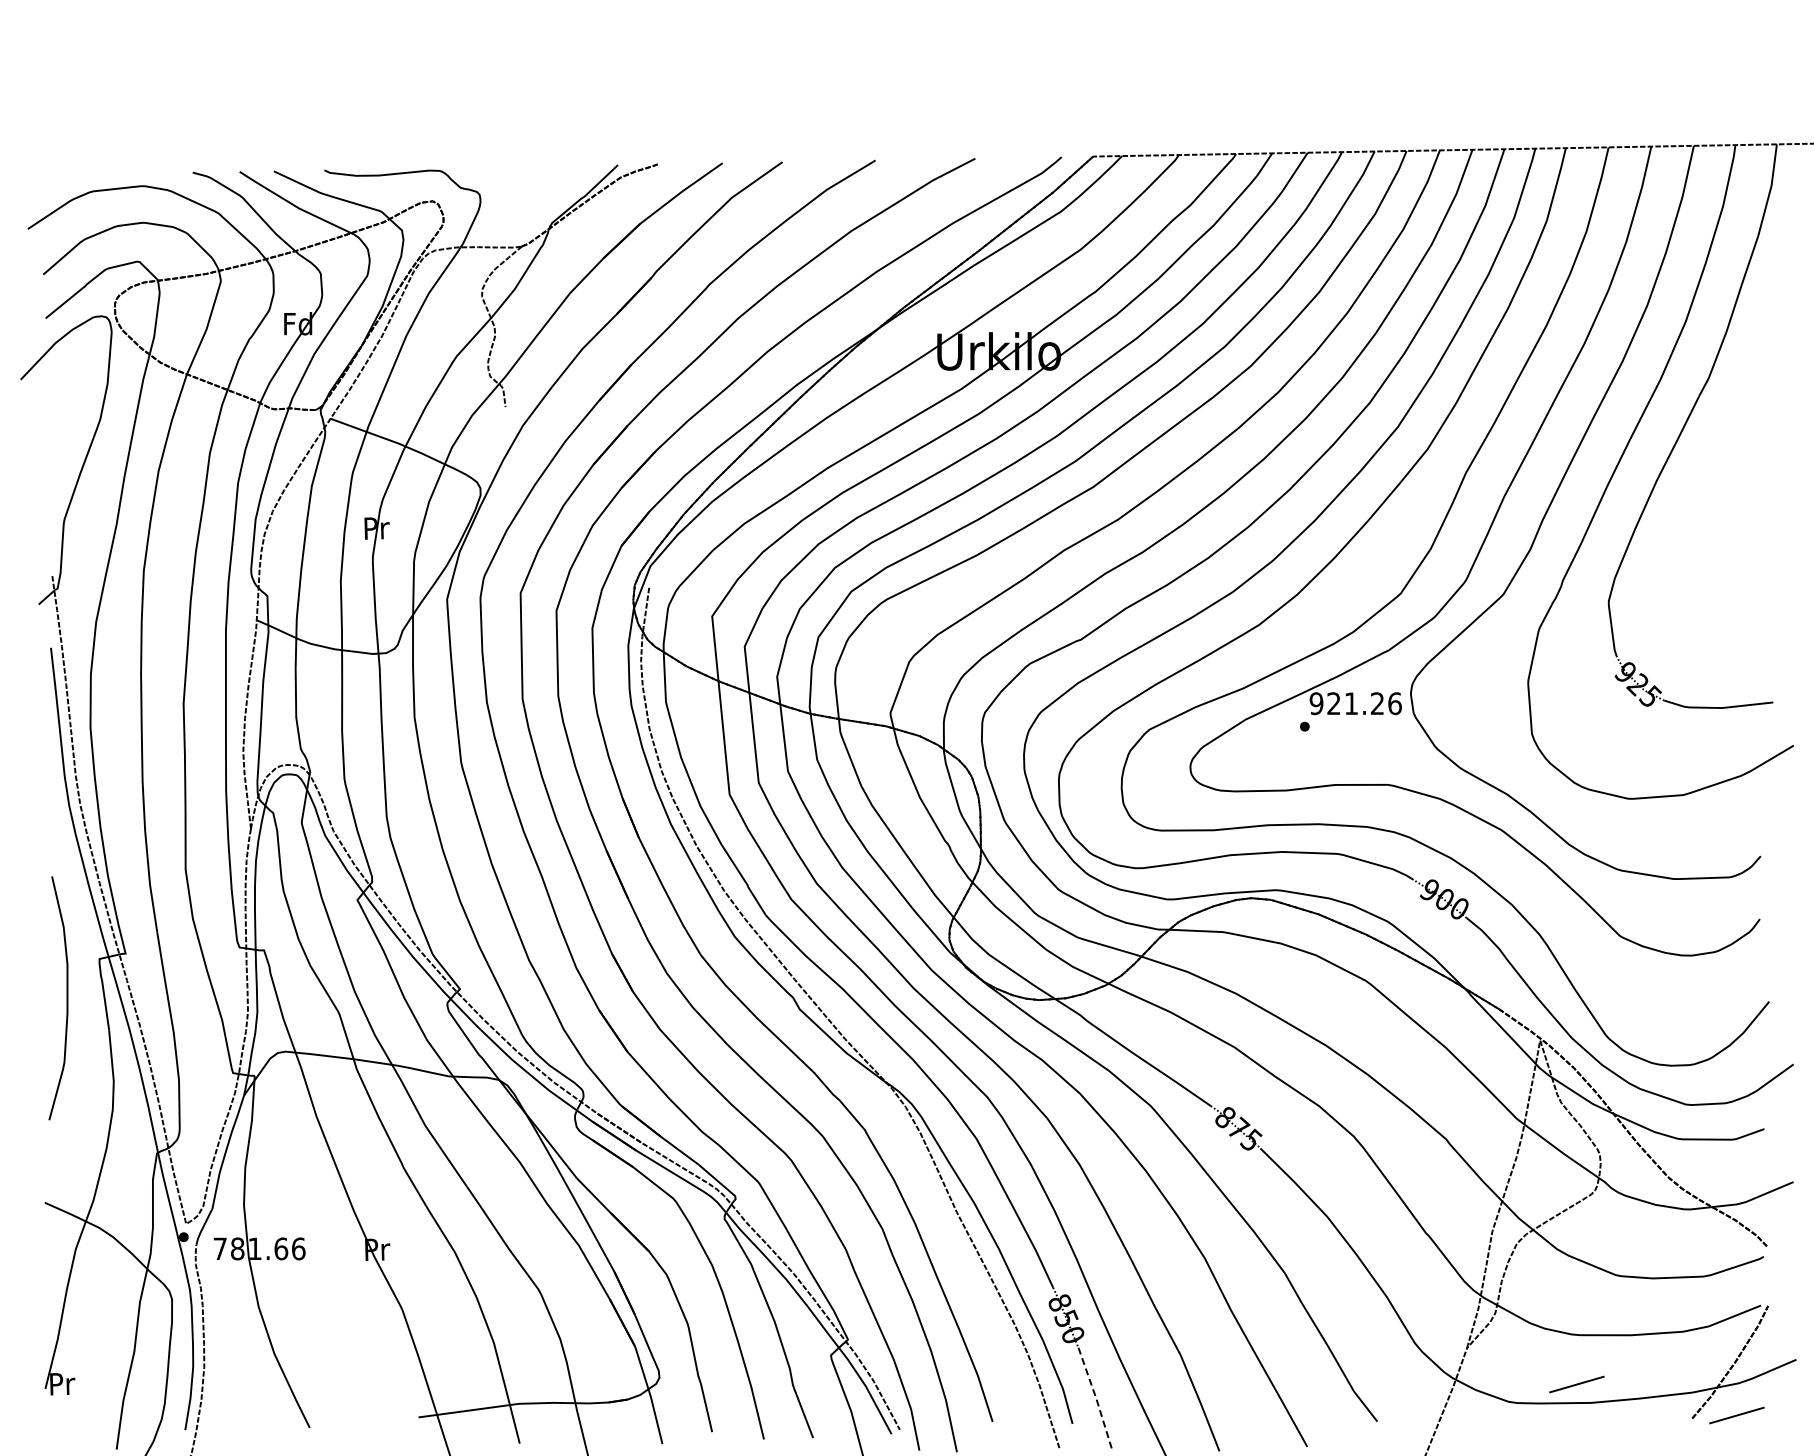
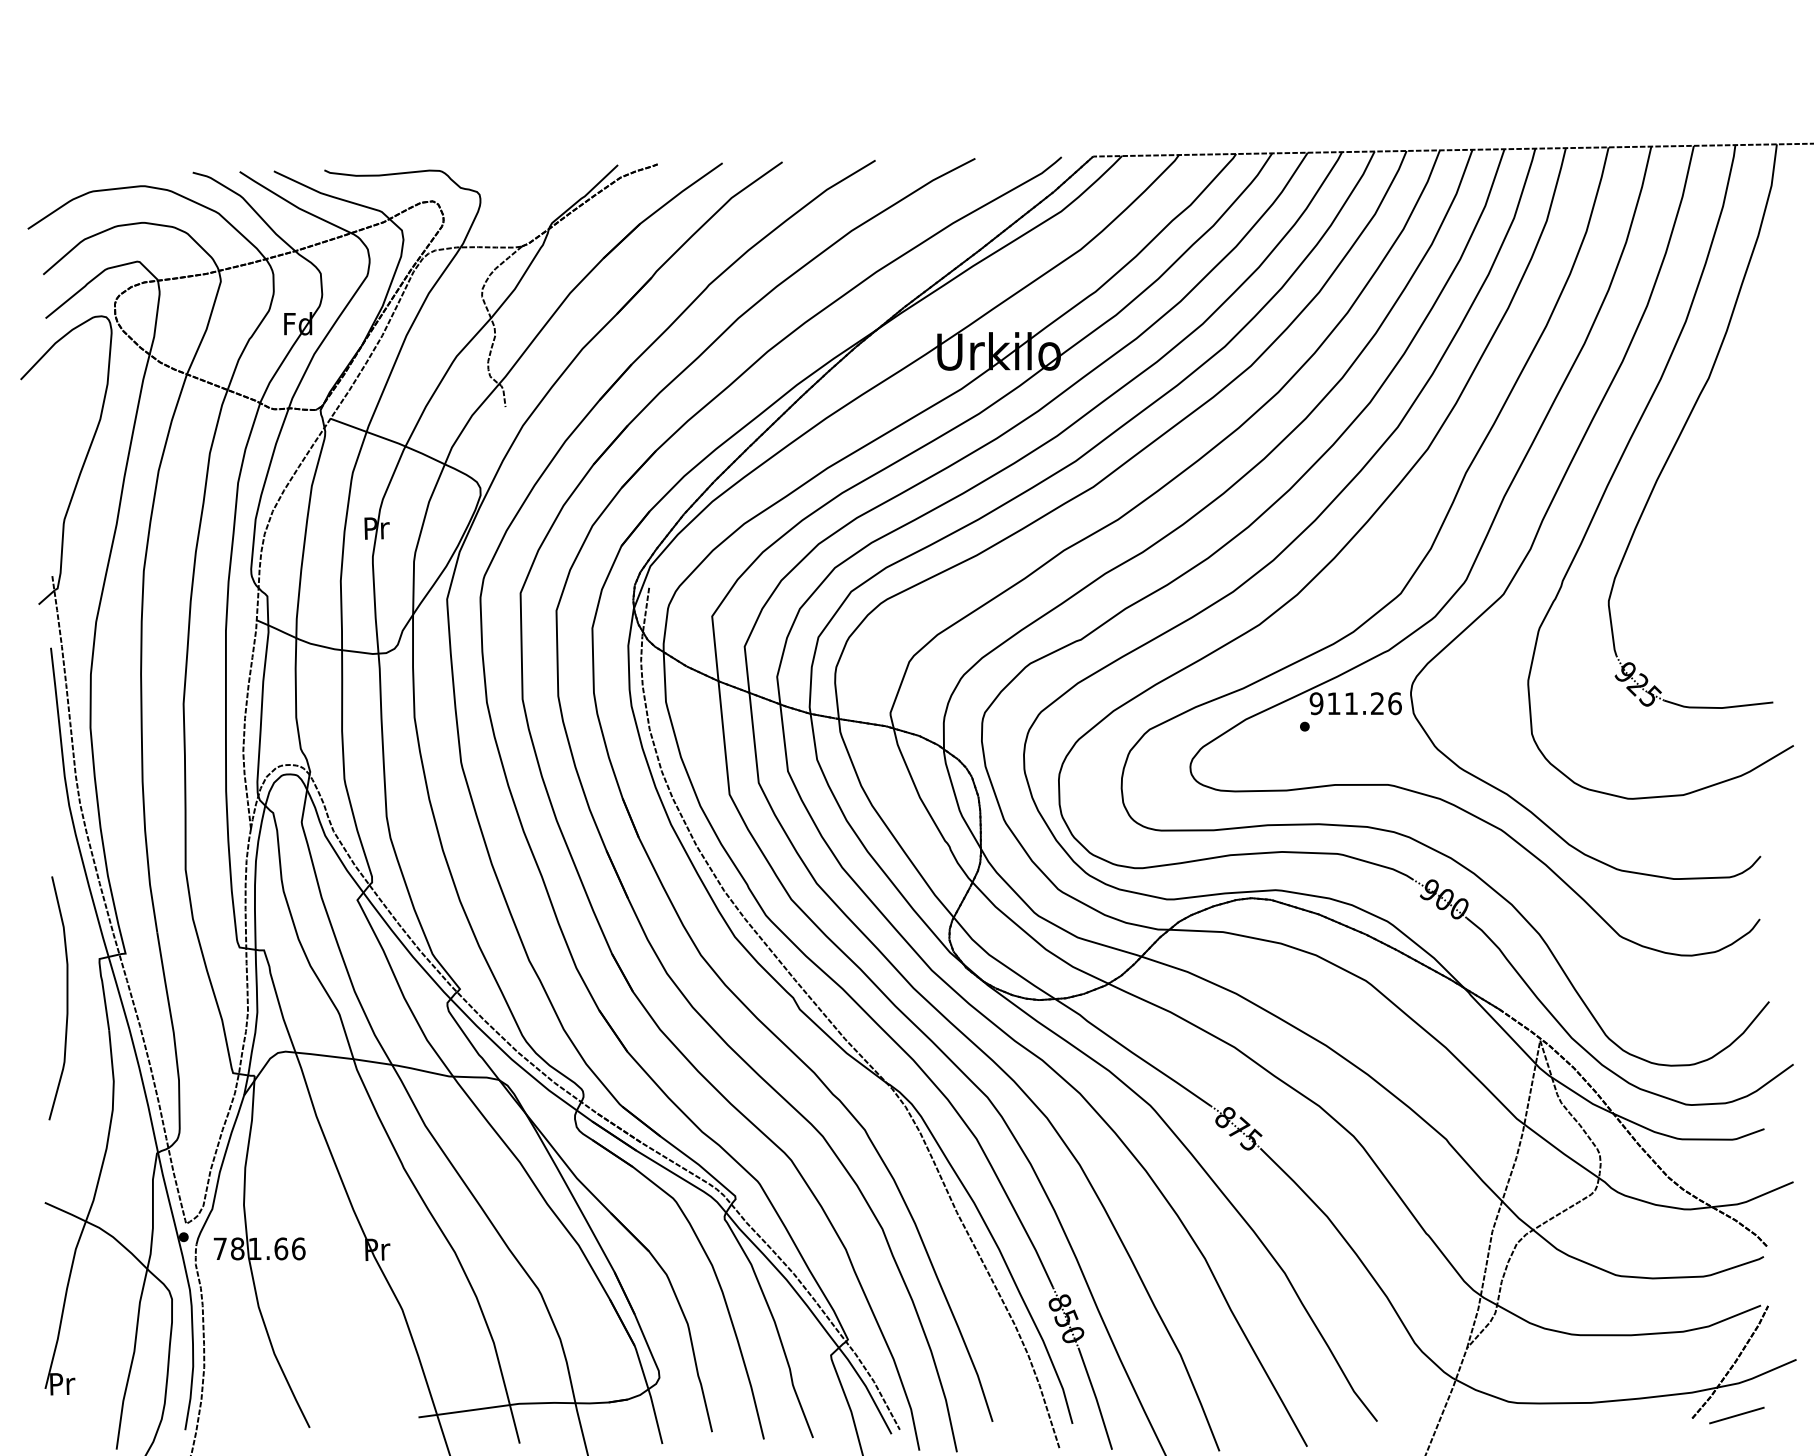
text at (1333, 703): 921.26 -> 911.26
line at (1576, 1384): present -> none
line at (1096, 1398): dashed -> solid
